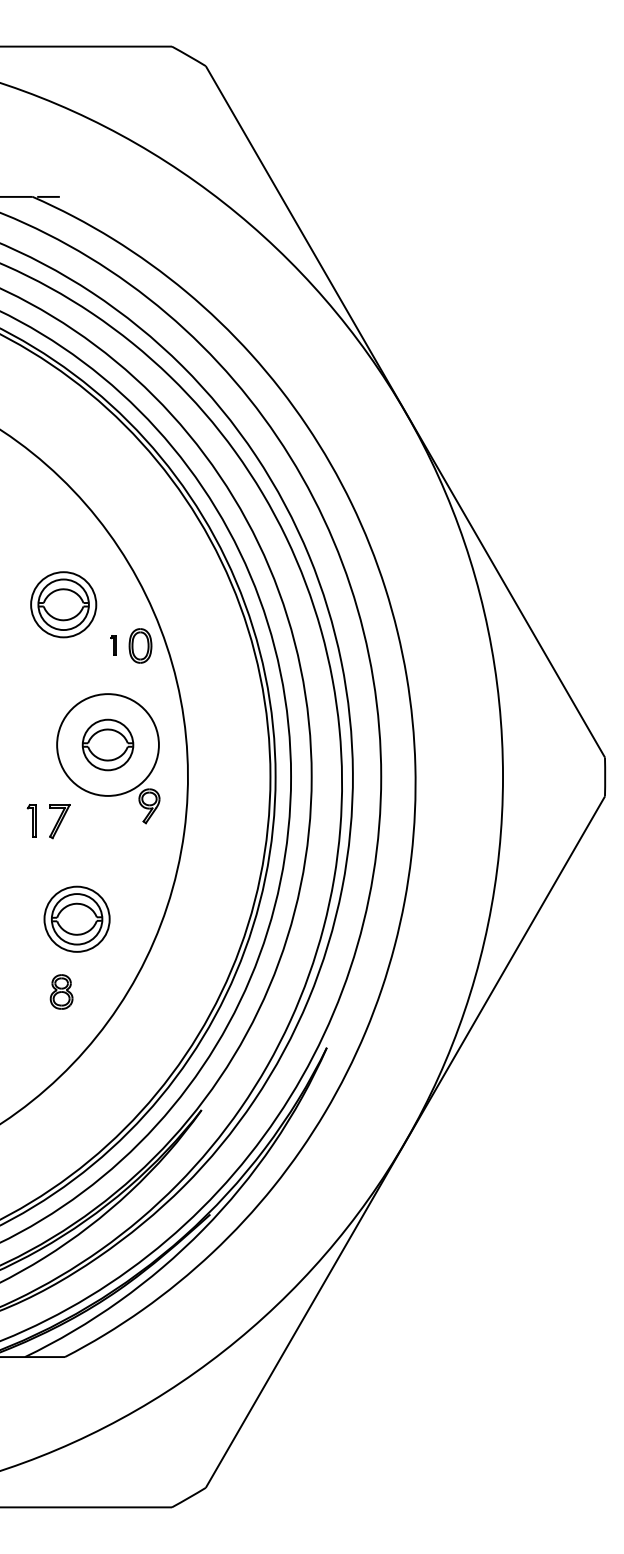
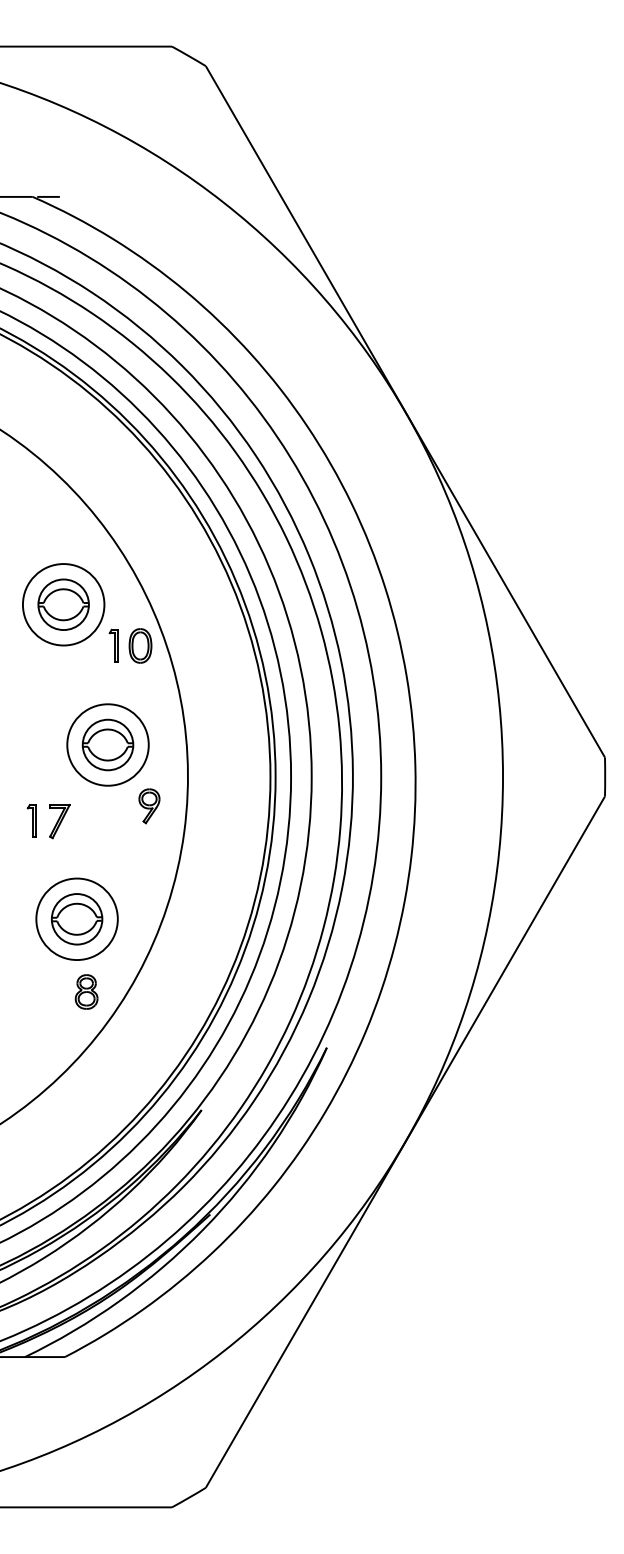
circle at (63, 604) diameter: 65 px -> 81 px
part at (113, 645) size: 7x21 px -> 11x35 px
circle at (107, 744) diameter: 102 px -> 81 px
circle at (76, 918) diameter: 65 px -> 81 px
part at (61, 991) position: (61, 991) -> (86, 991)
